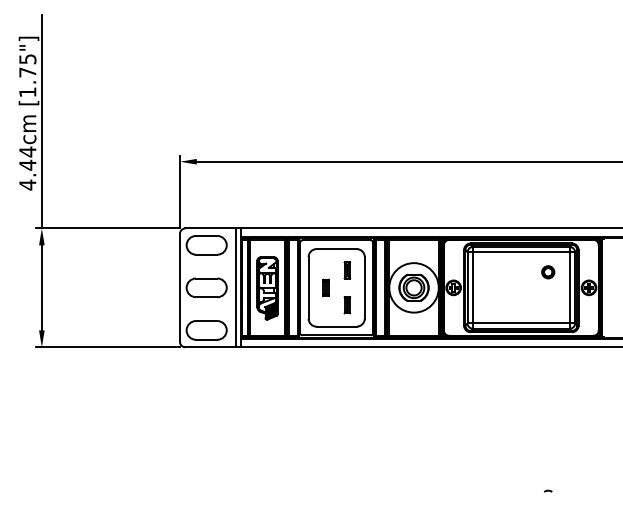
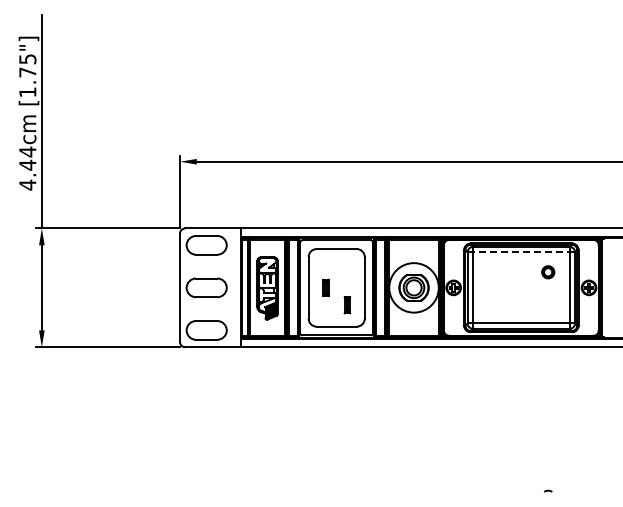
line at (521, 252): solid -> dashed
part at (347, 270): present -> none
line at (235, 287): present -> none
